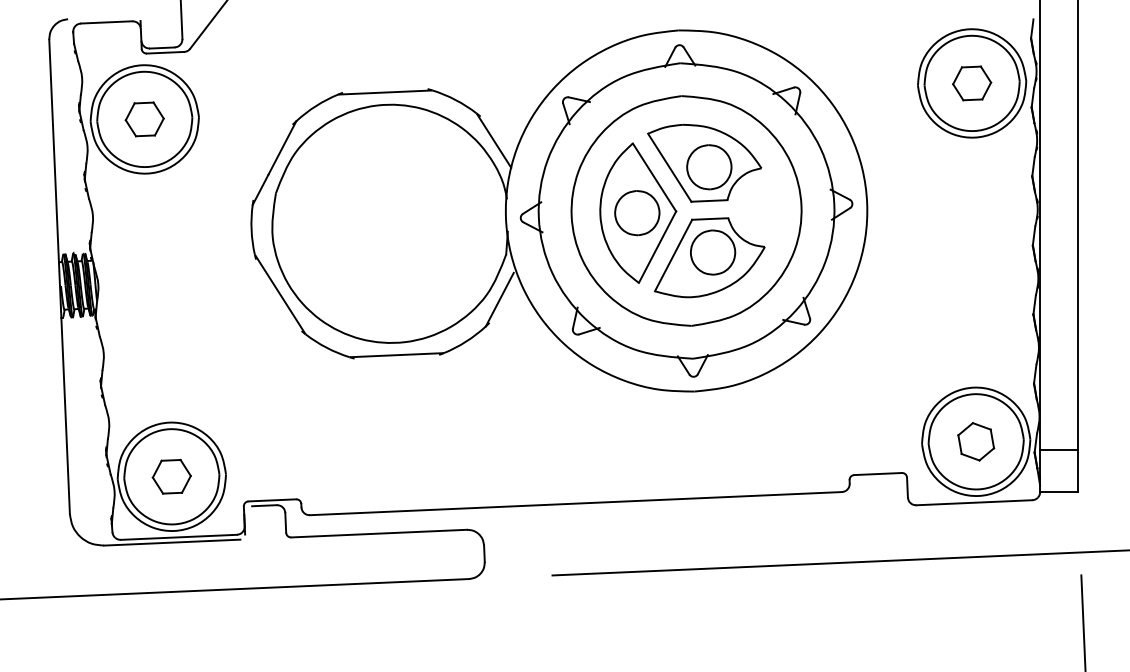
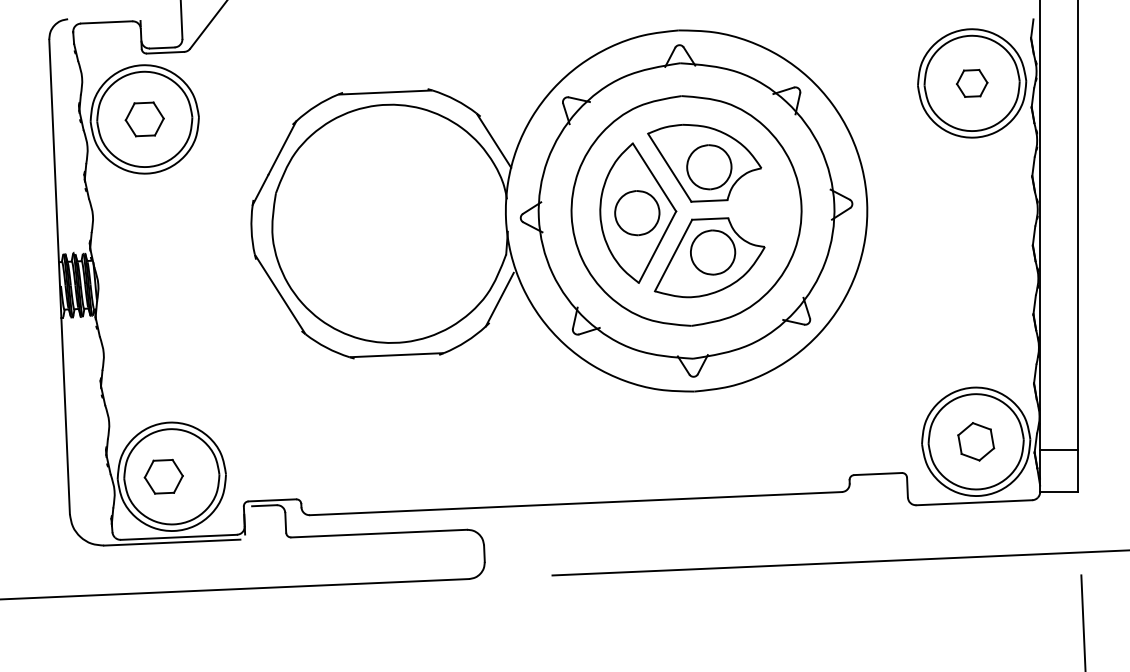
part at (972, 83) size: 41x37 px -> 33x30 px
part at (171, 476) position: (171, 476) -> (163, 476)
